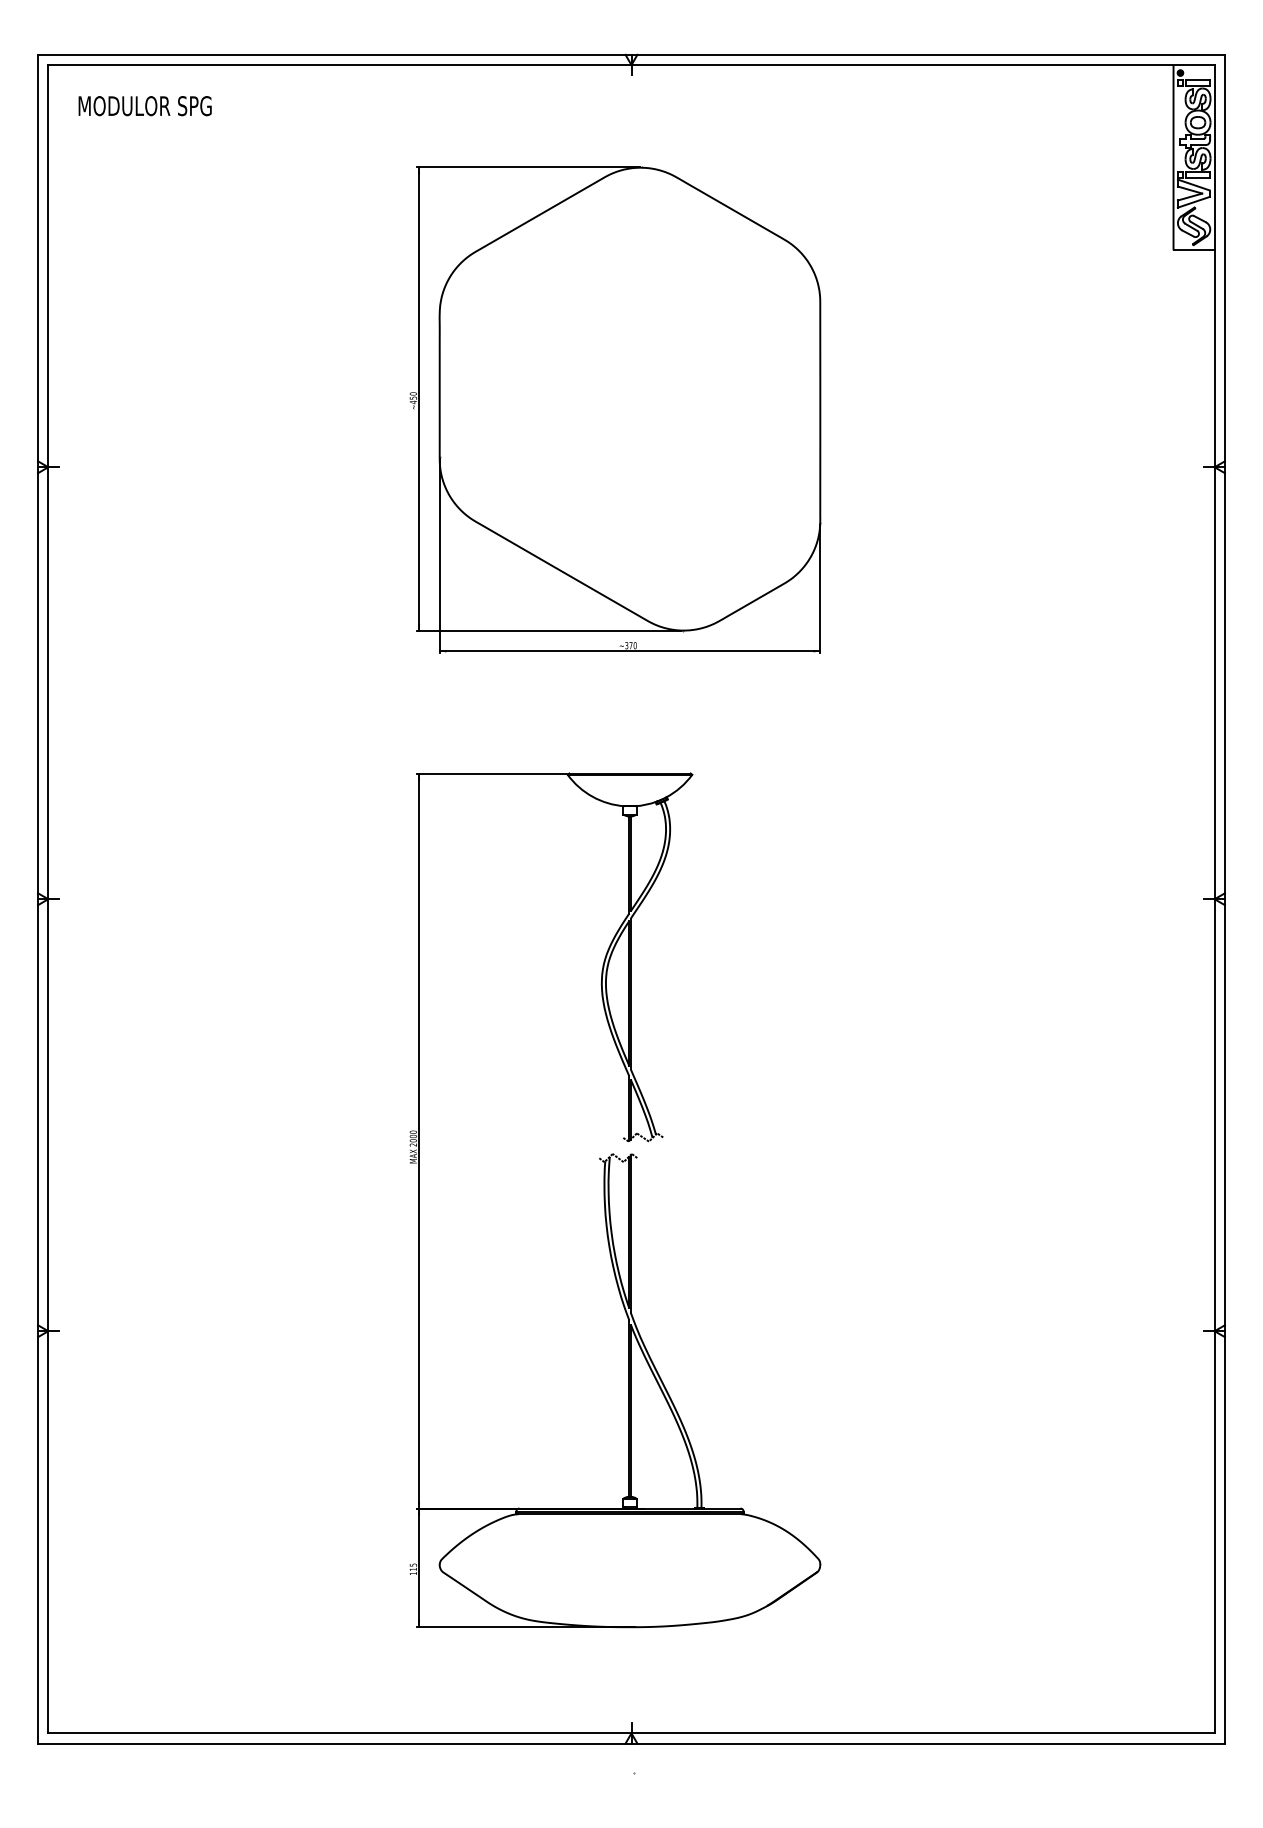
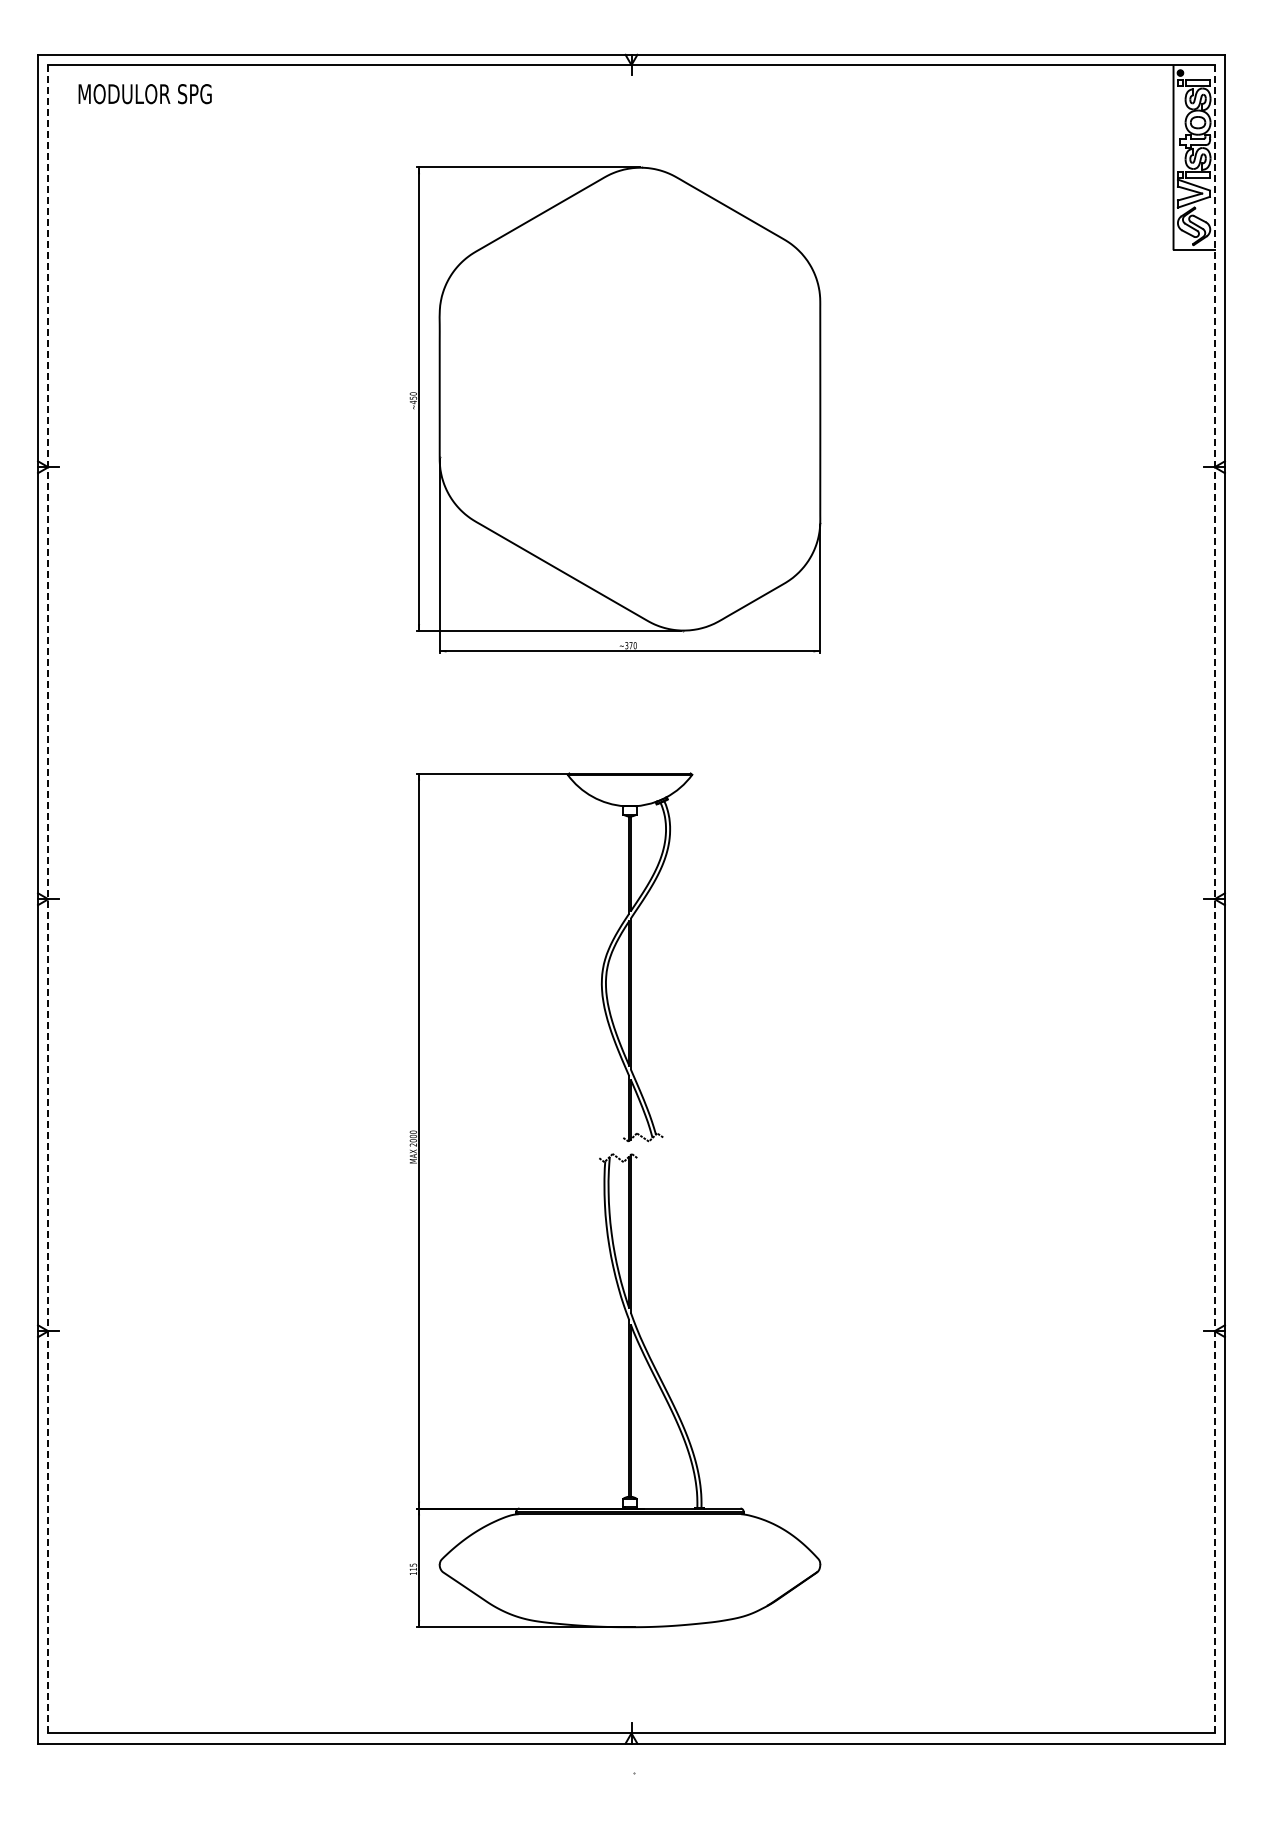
text at (144, 106) position: (144, 106) -> (144, 94)
line at (1214, 898): solid -> dashed
line at (48, 899): solid -> dashed
